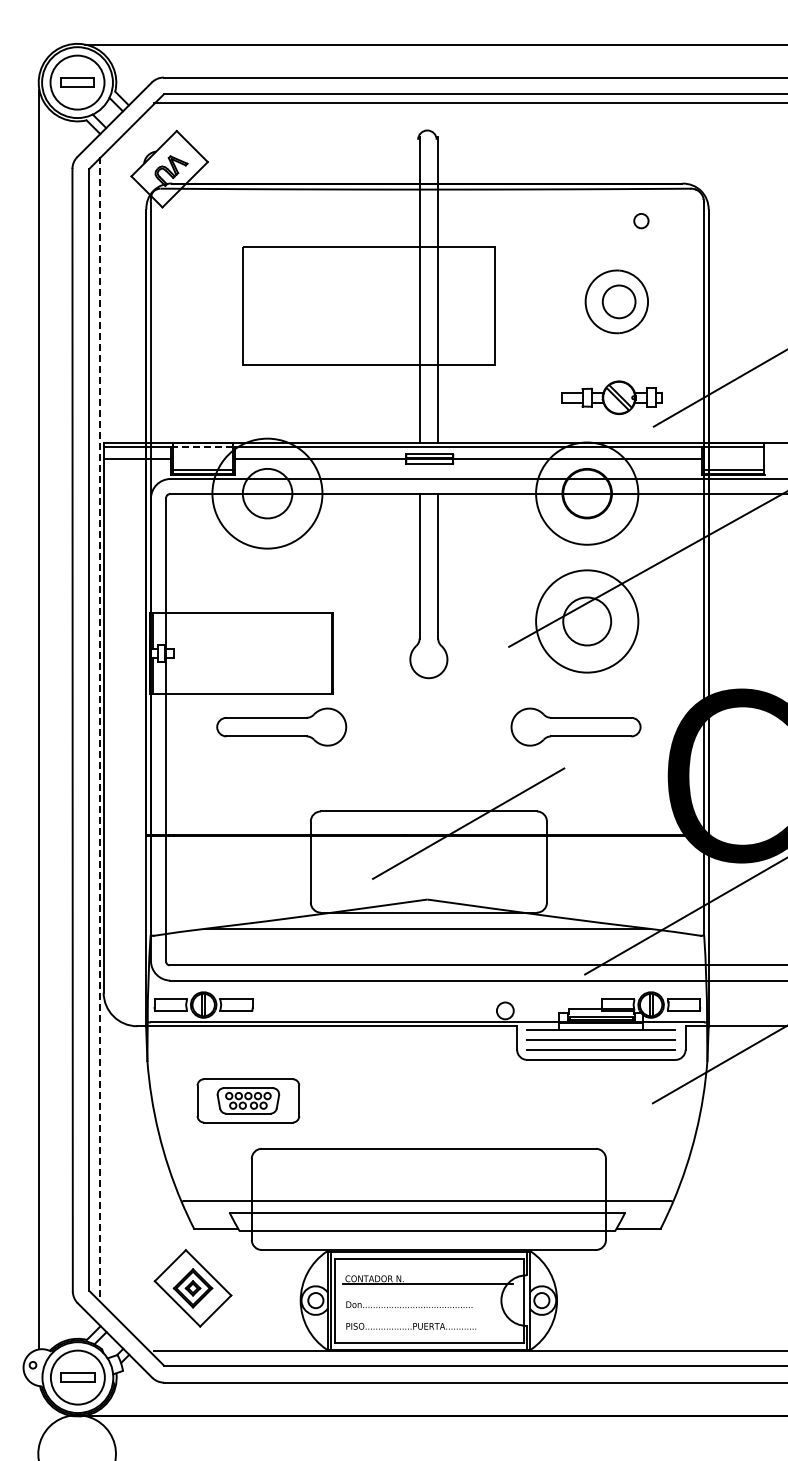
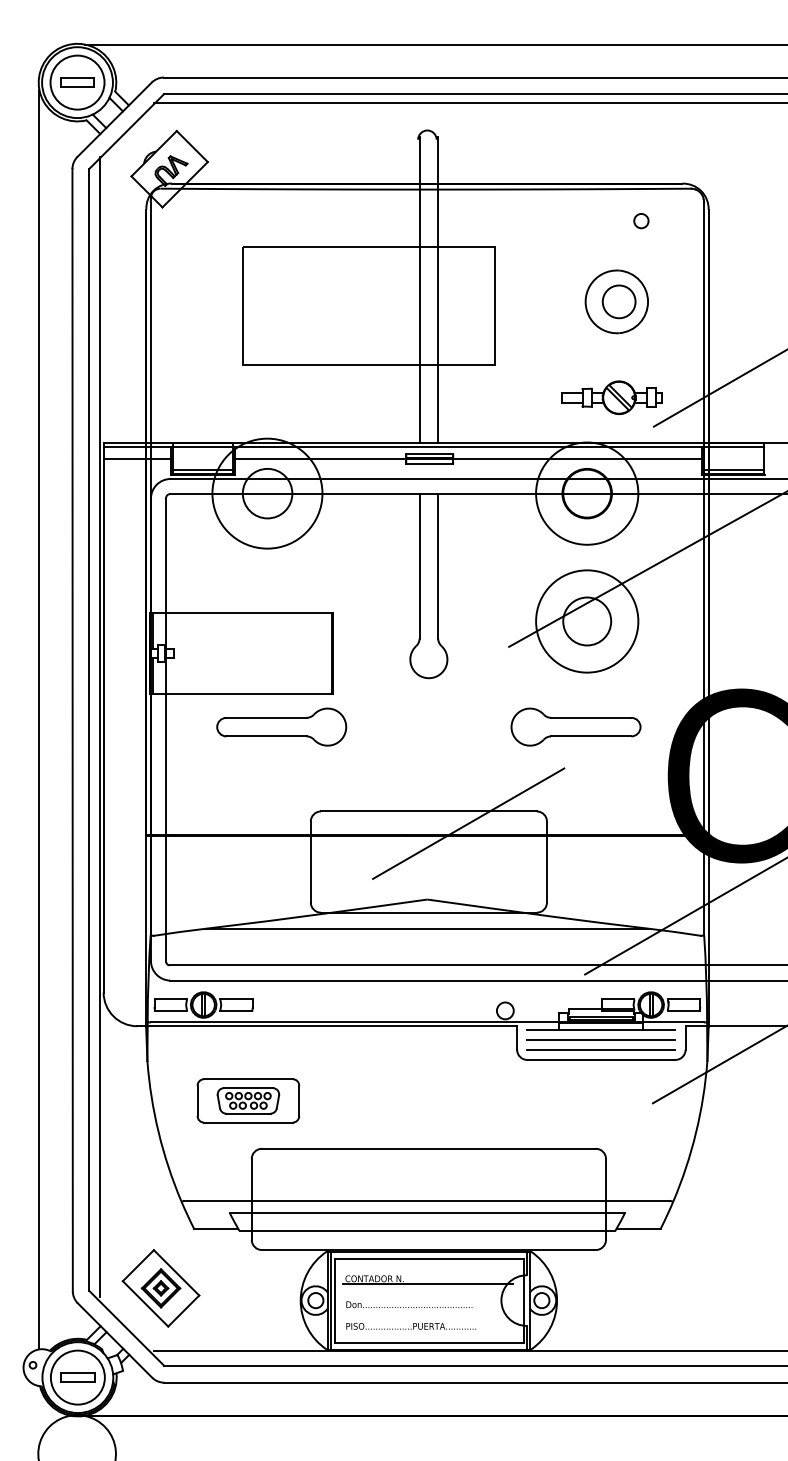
line at (203, 447): dashed -> solid
line at (99, 726): dashed -> solid
part at (192, 1288) position: (192, 1288) -> (160, 1288)
